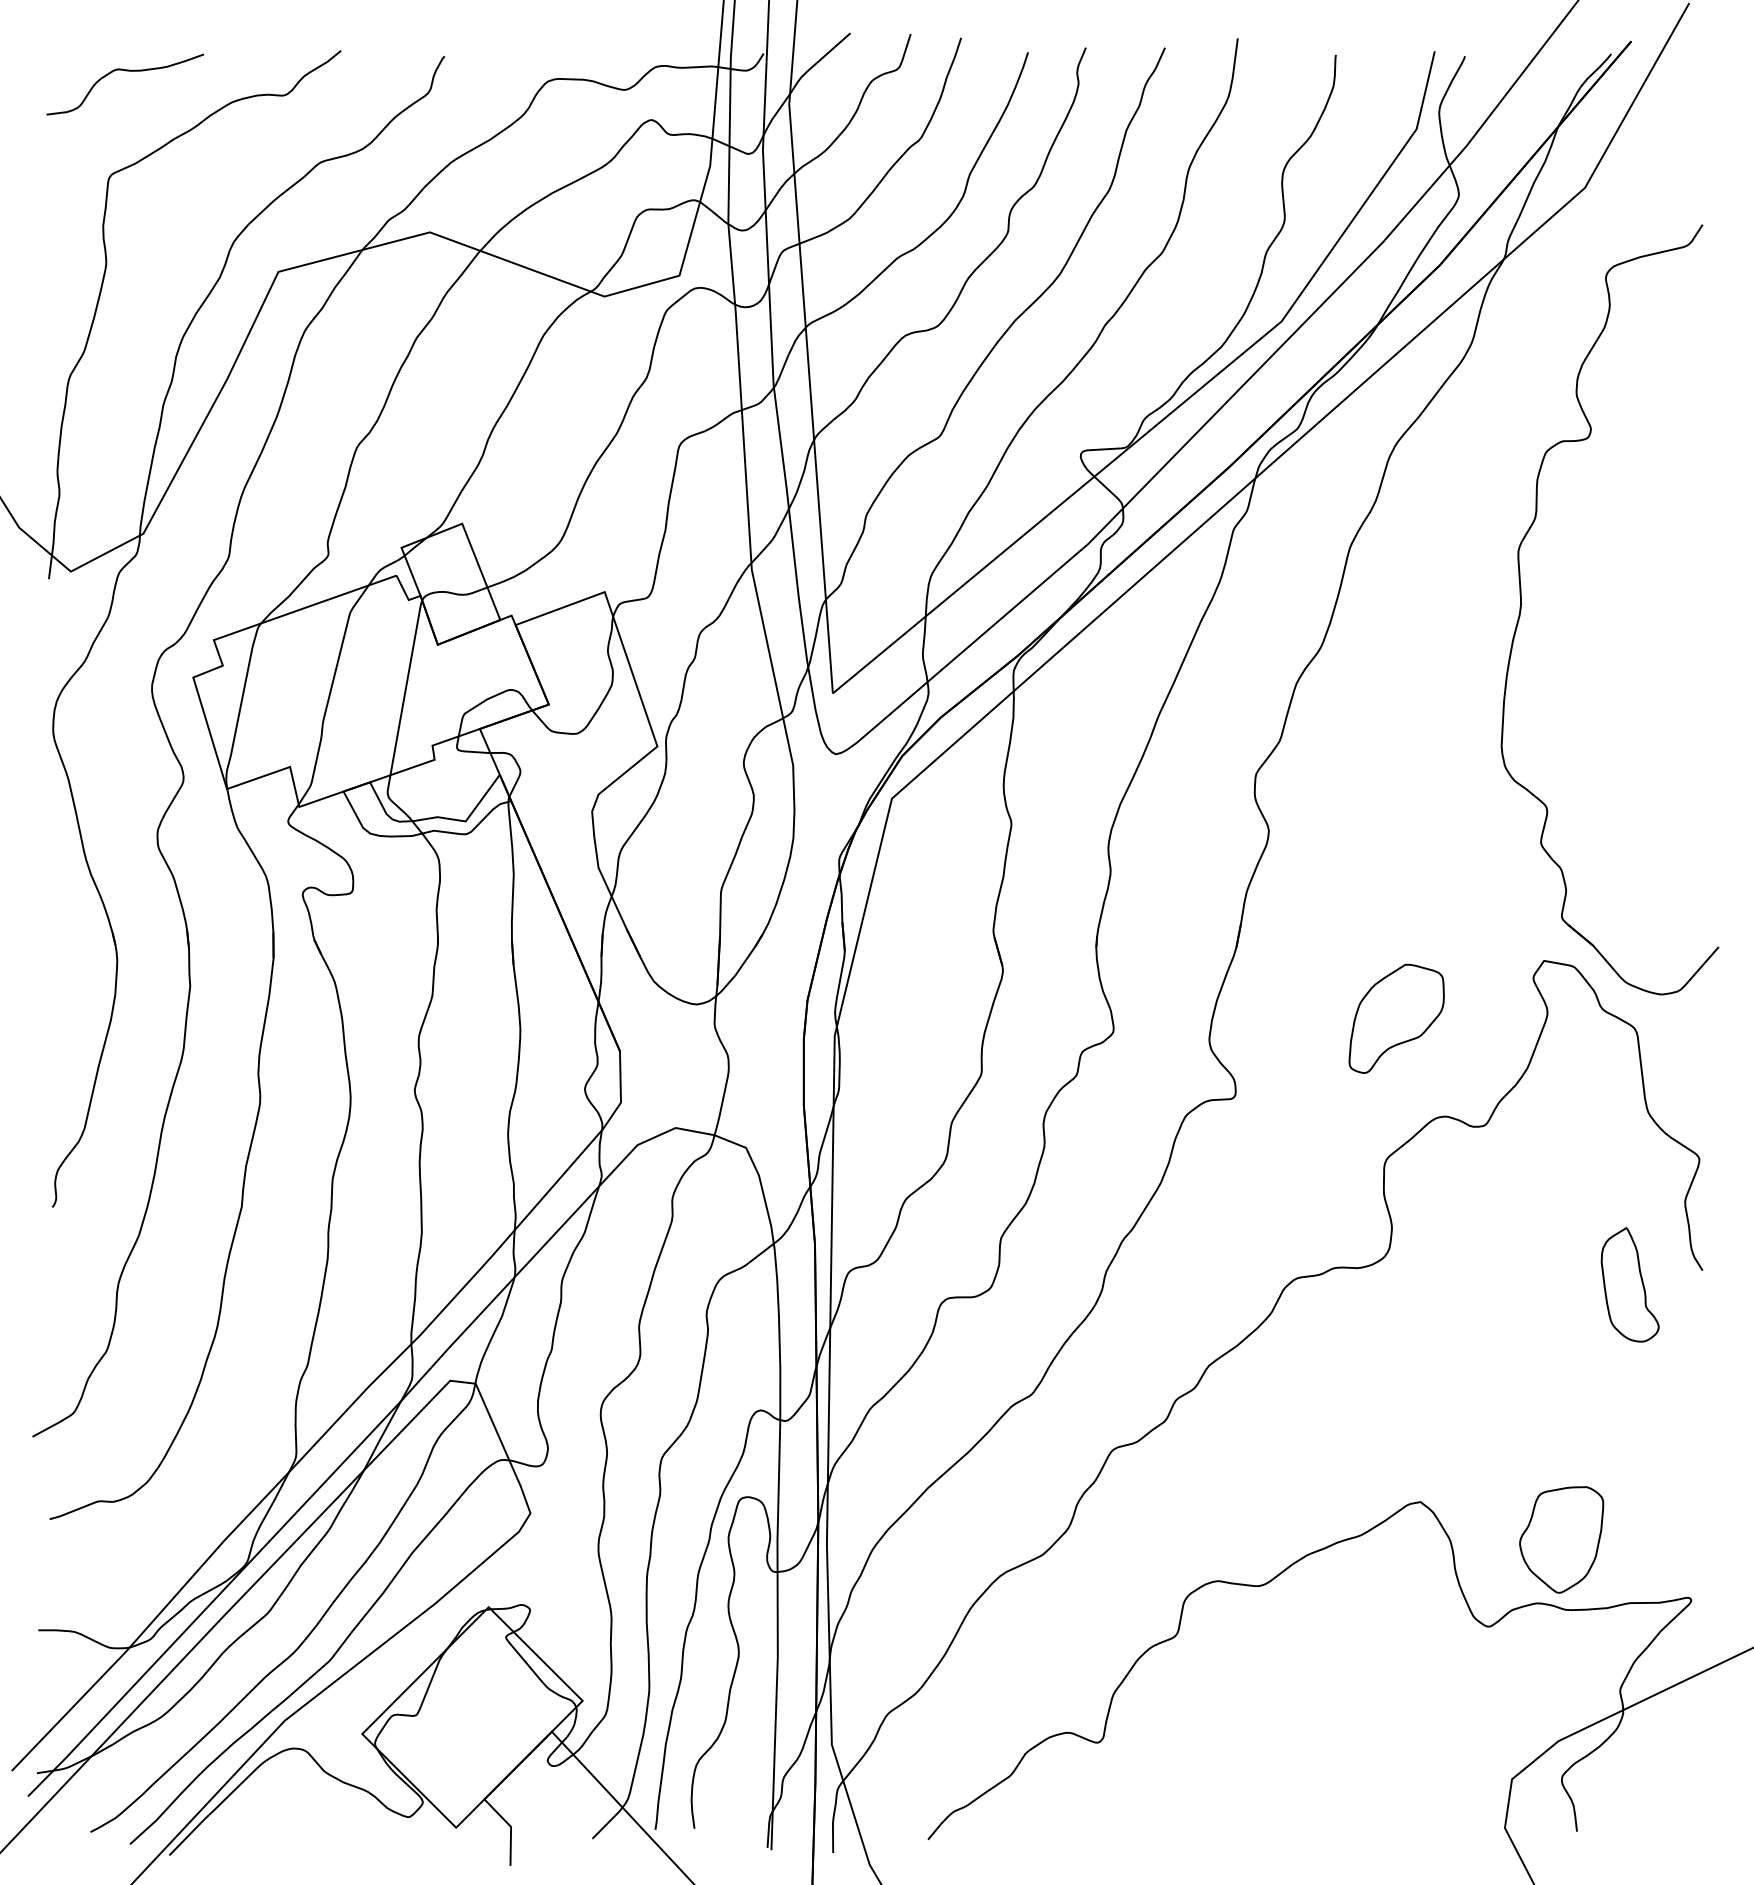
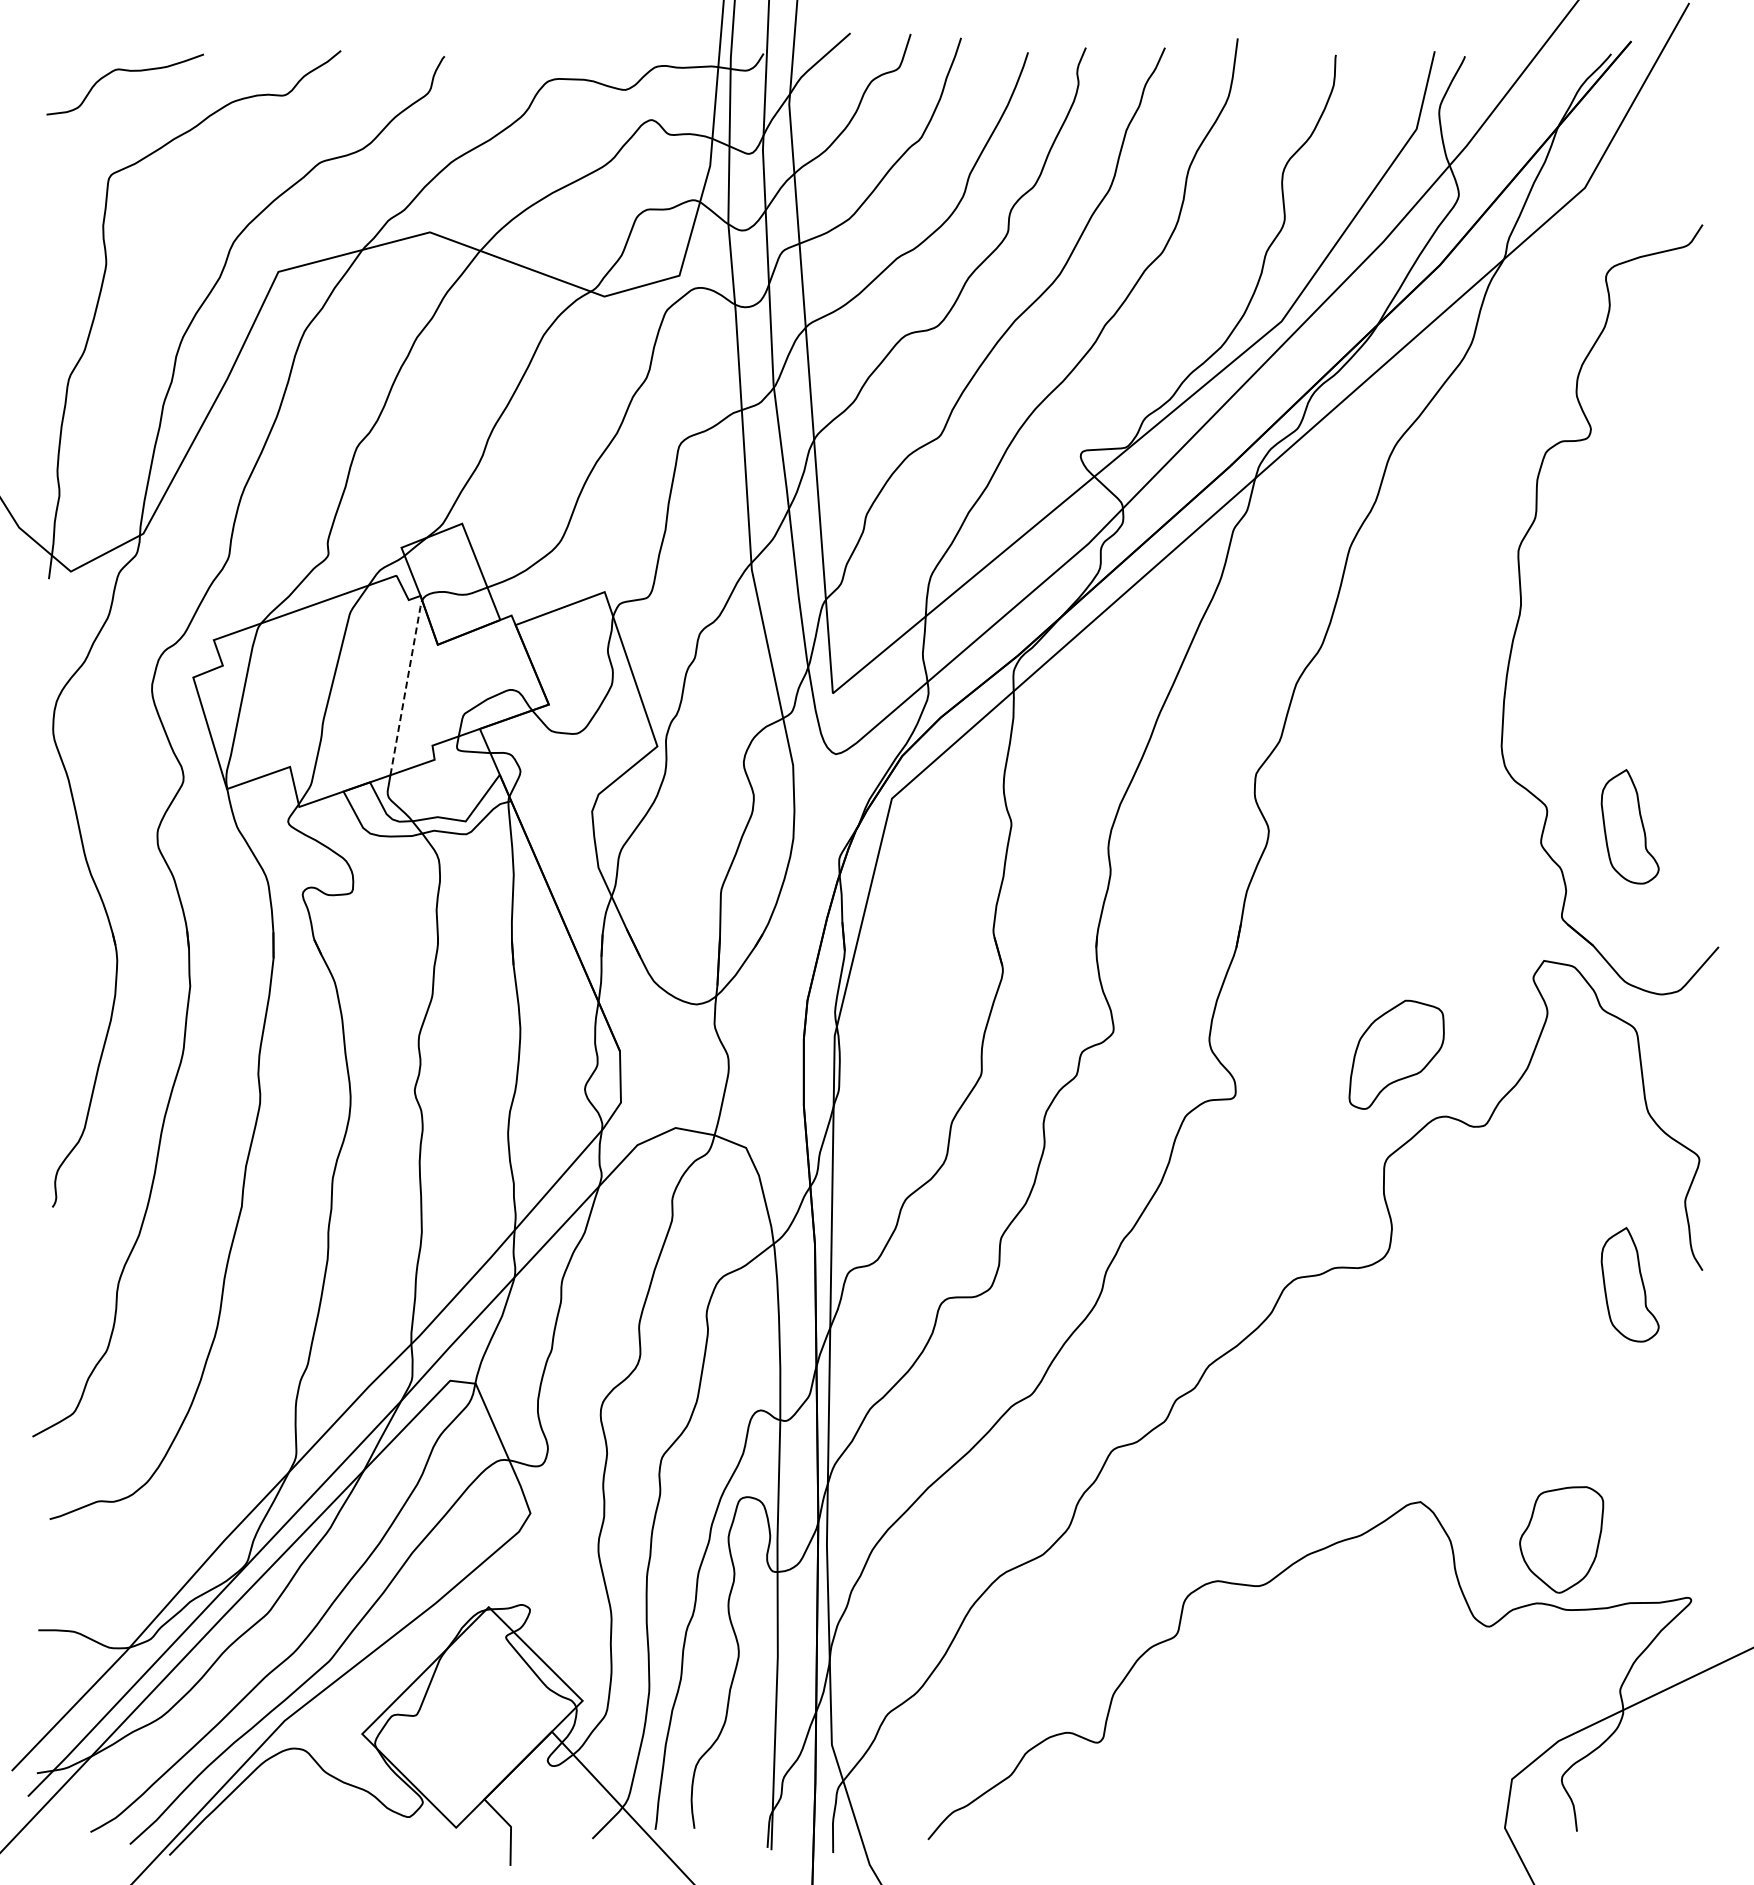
line at (406, 686): solid -> dashed
part at (1629, 826): none -> present
part at (1396, 1018) position: (1396, 1018) -> (1396, 1054)
